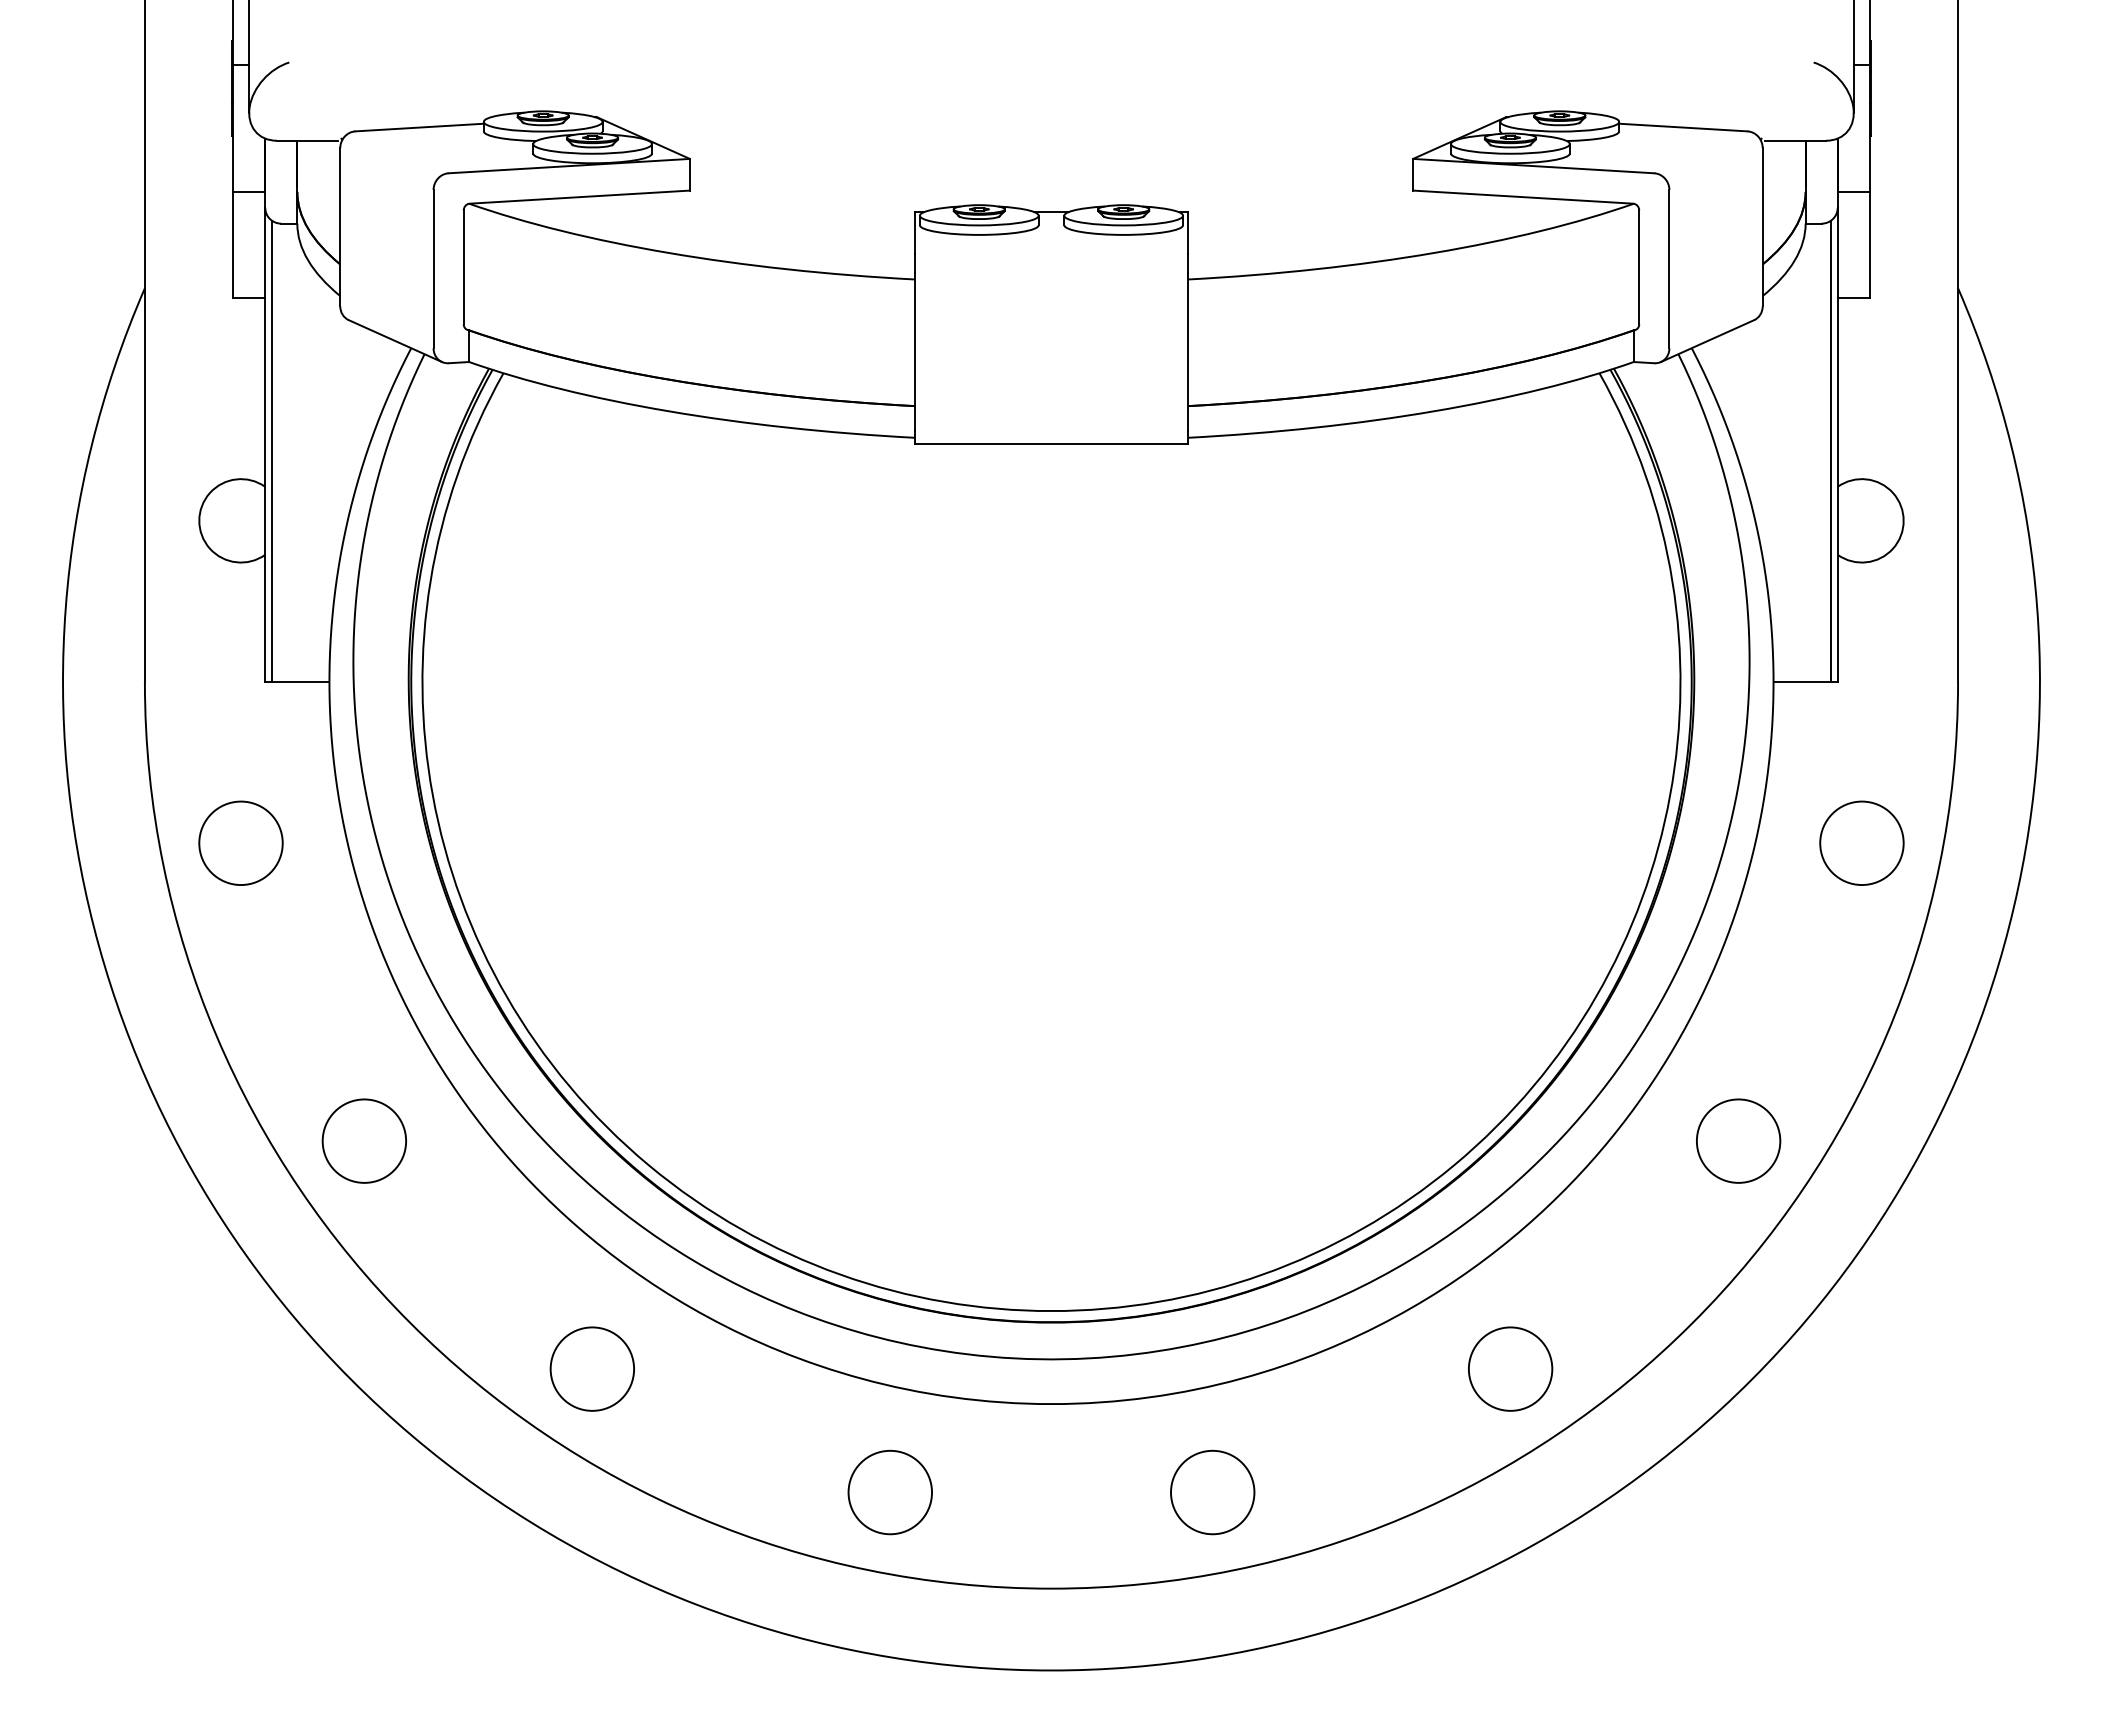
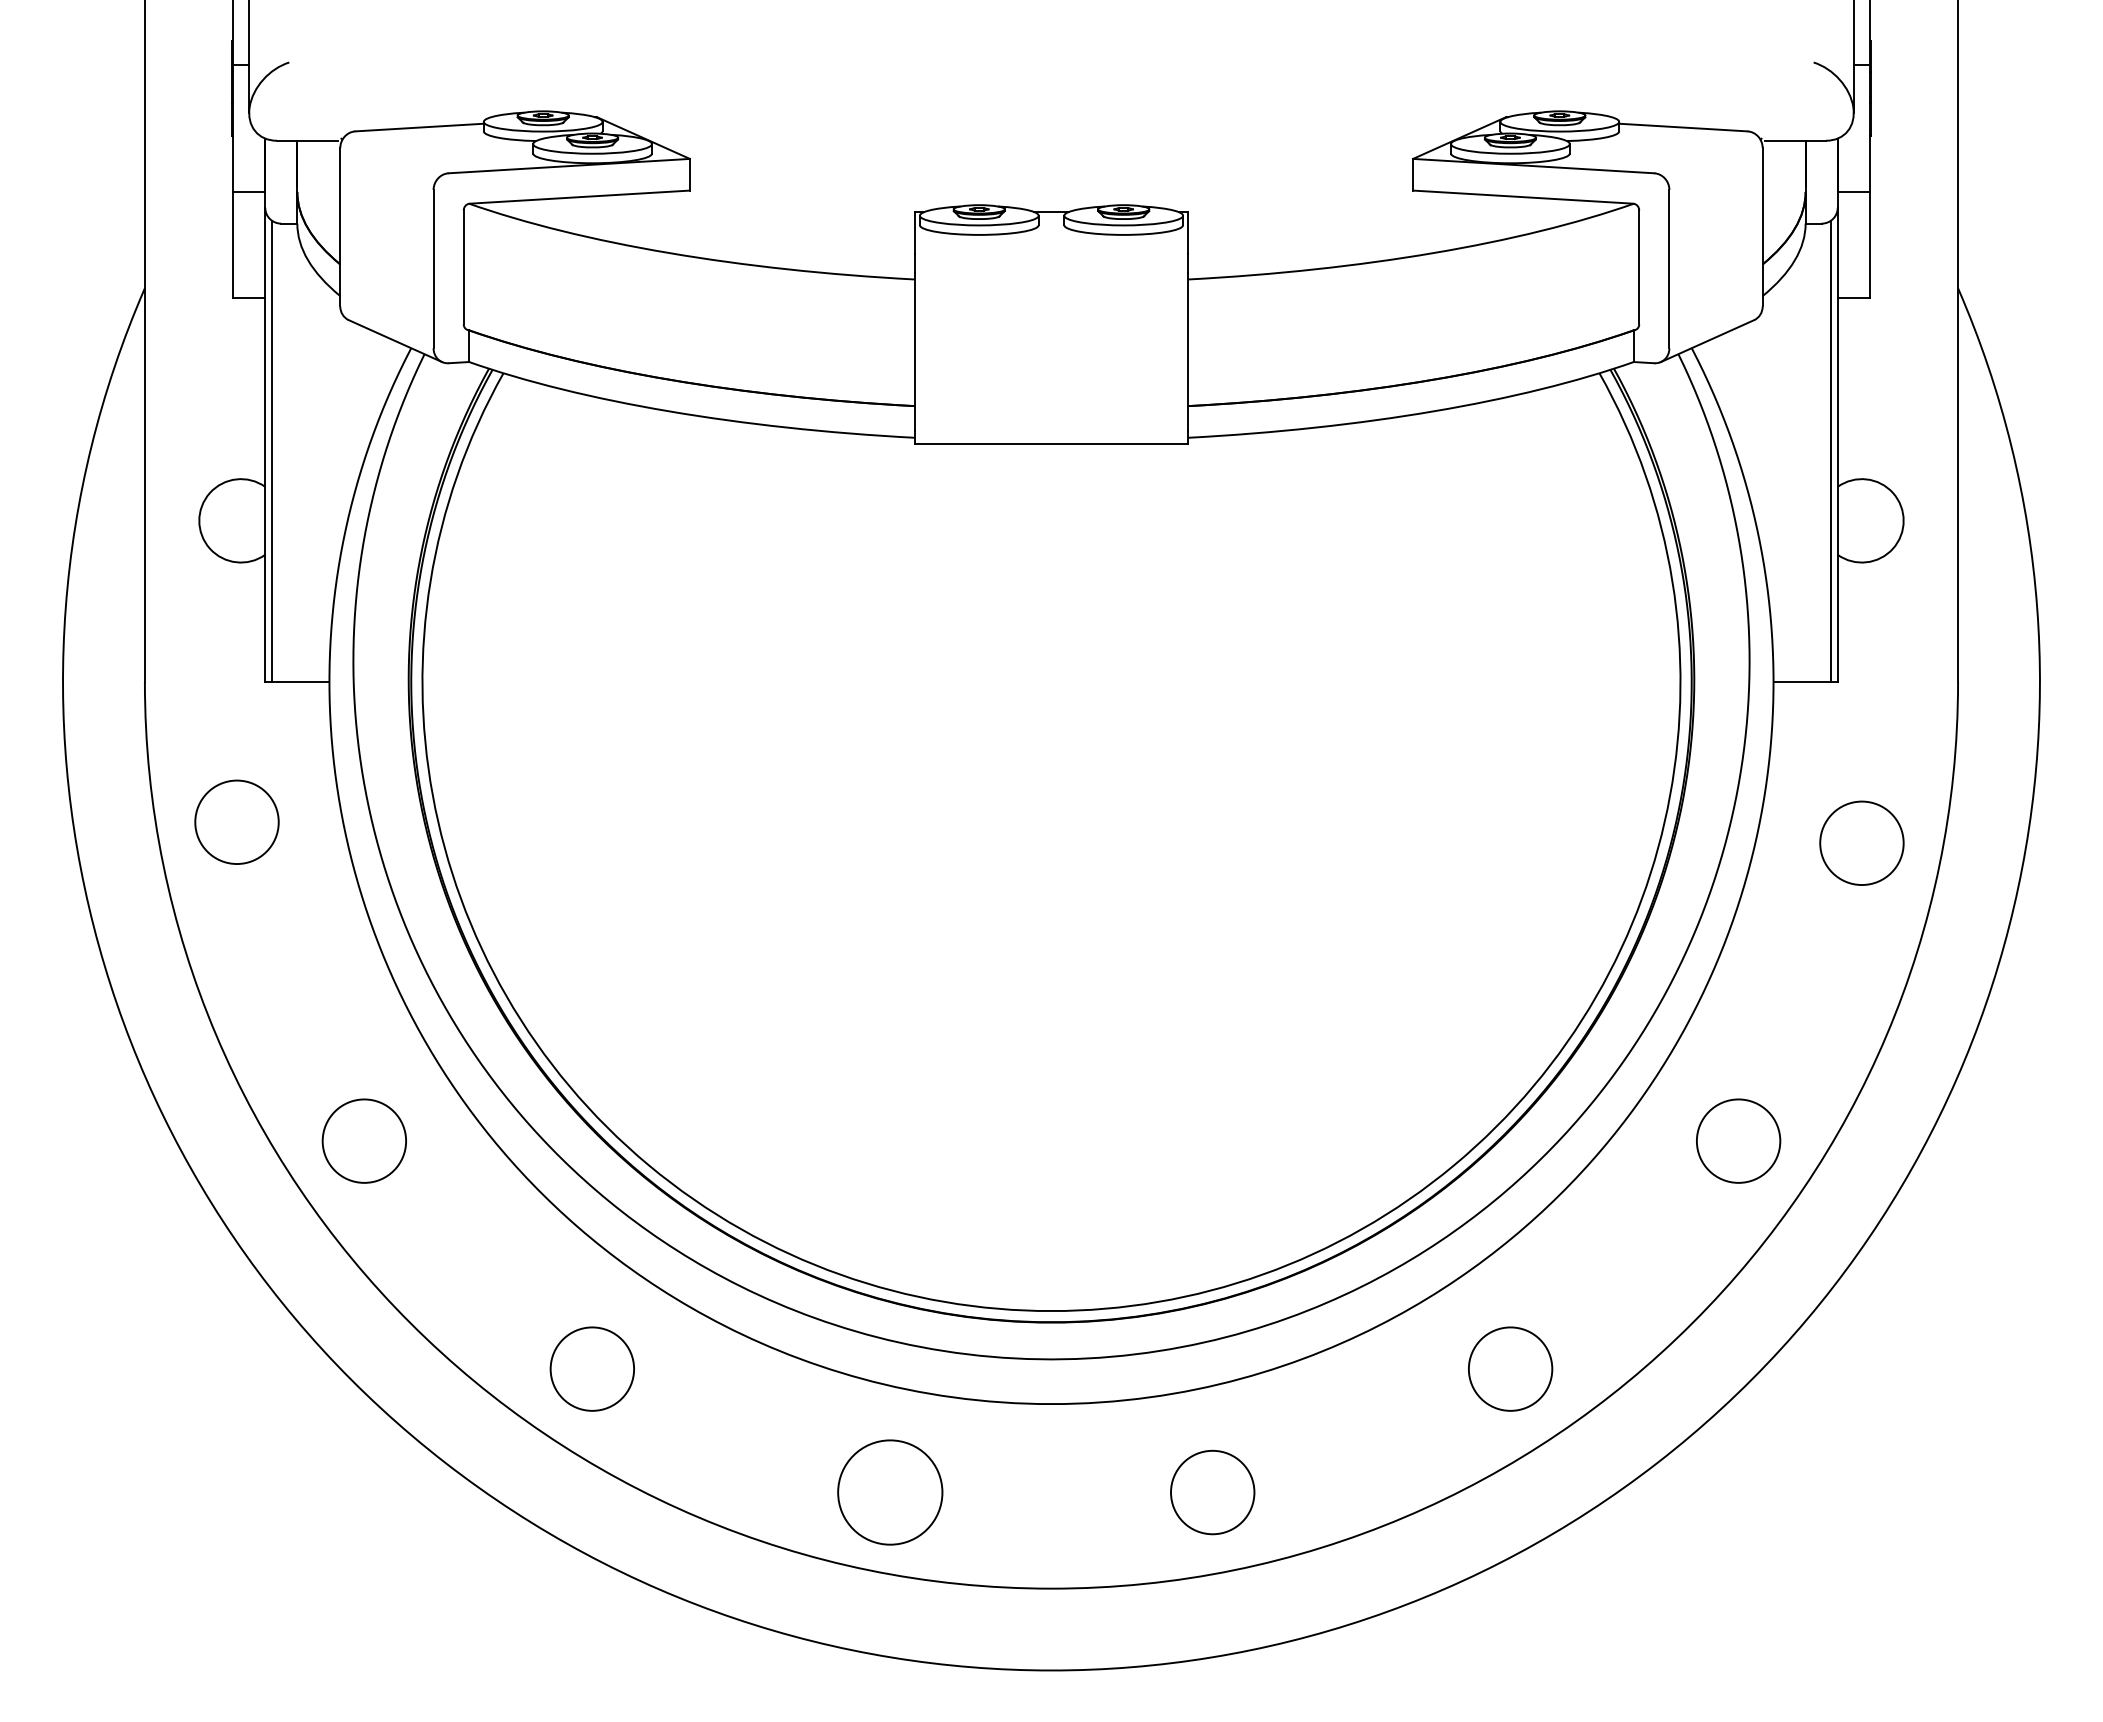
circle at (240, 842) position: (240, 842) -> (236, 821)
circle at (890, 1492) diameter: 83 px -> 104 px
